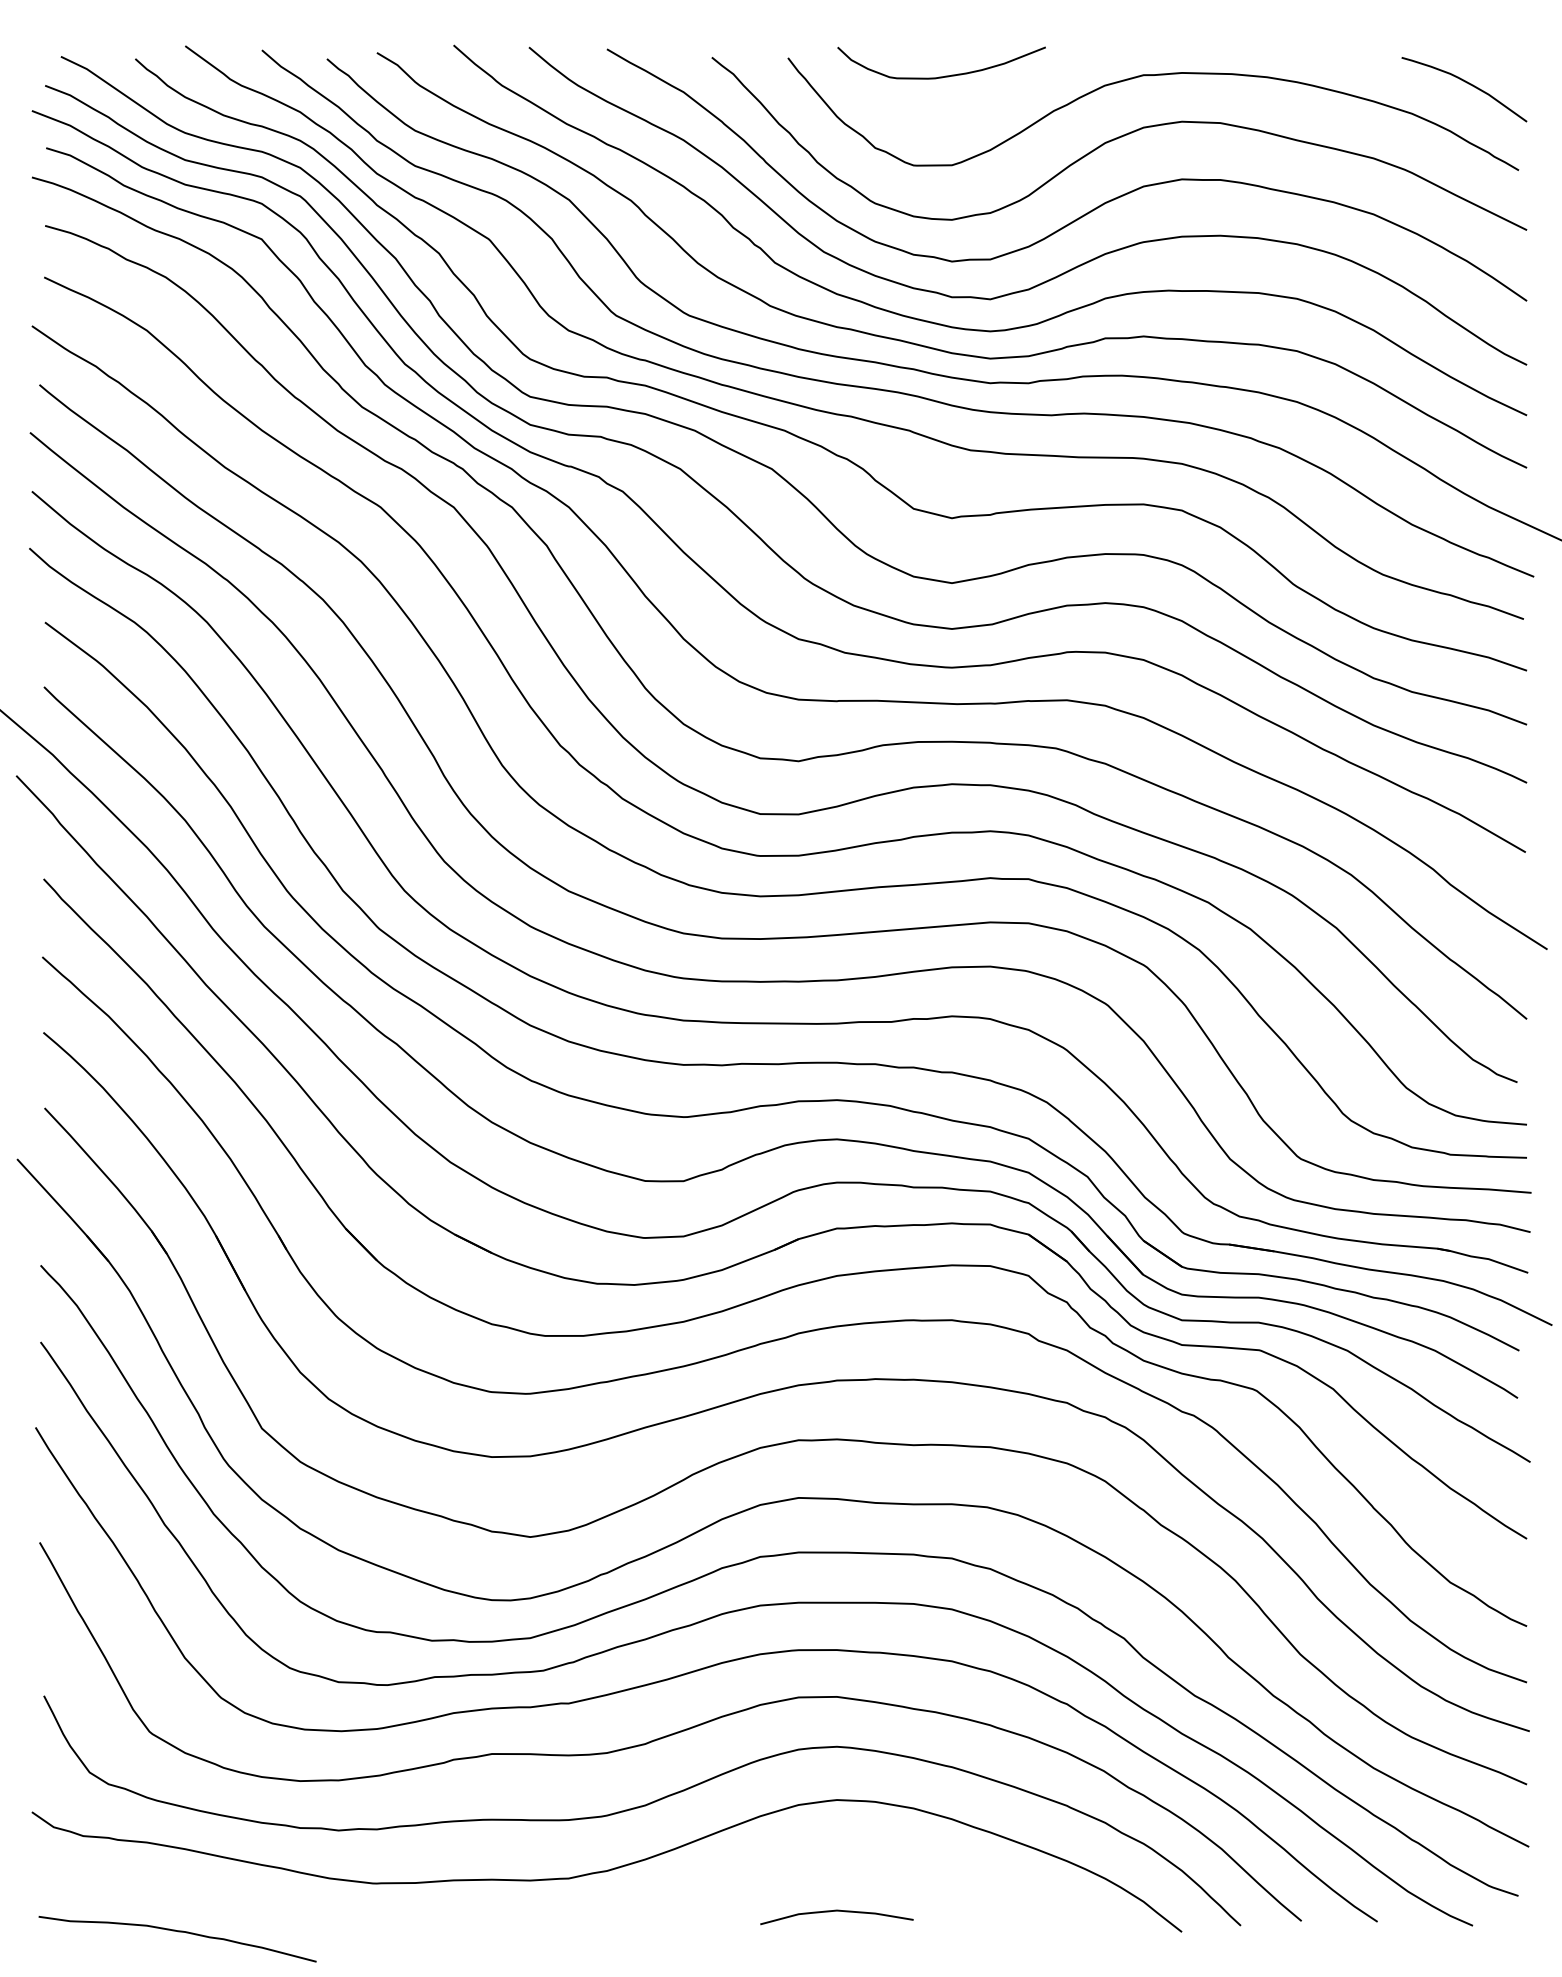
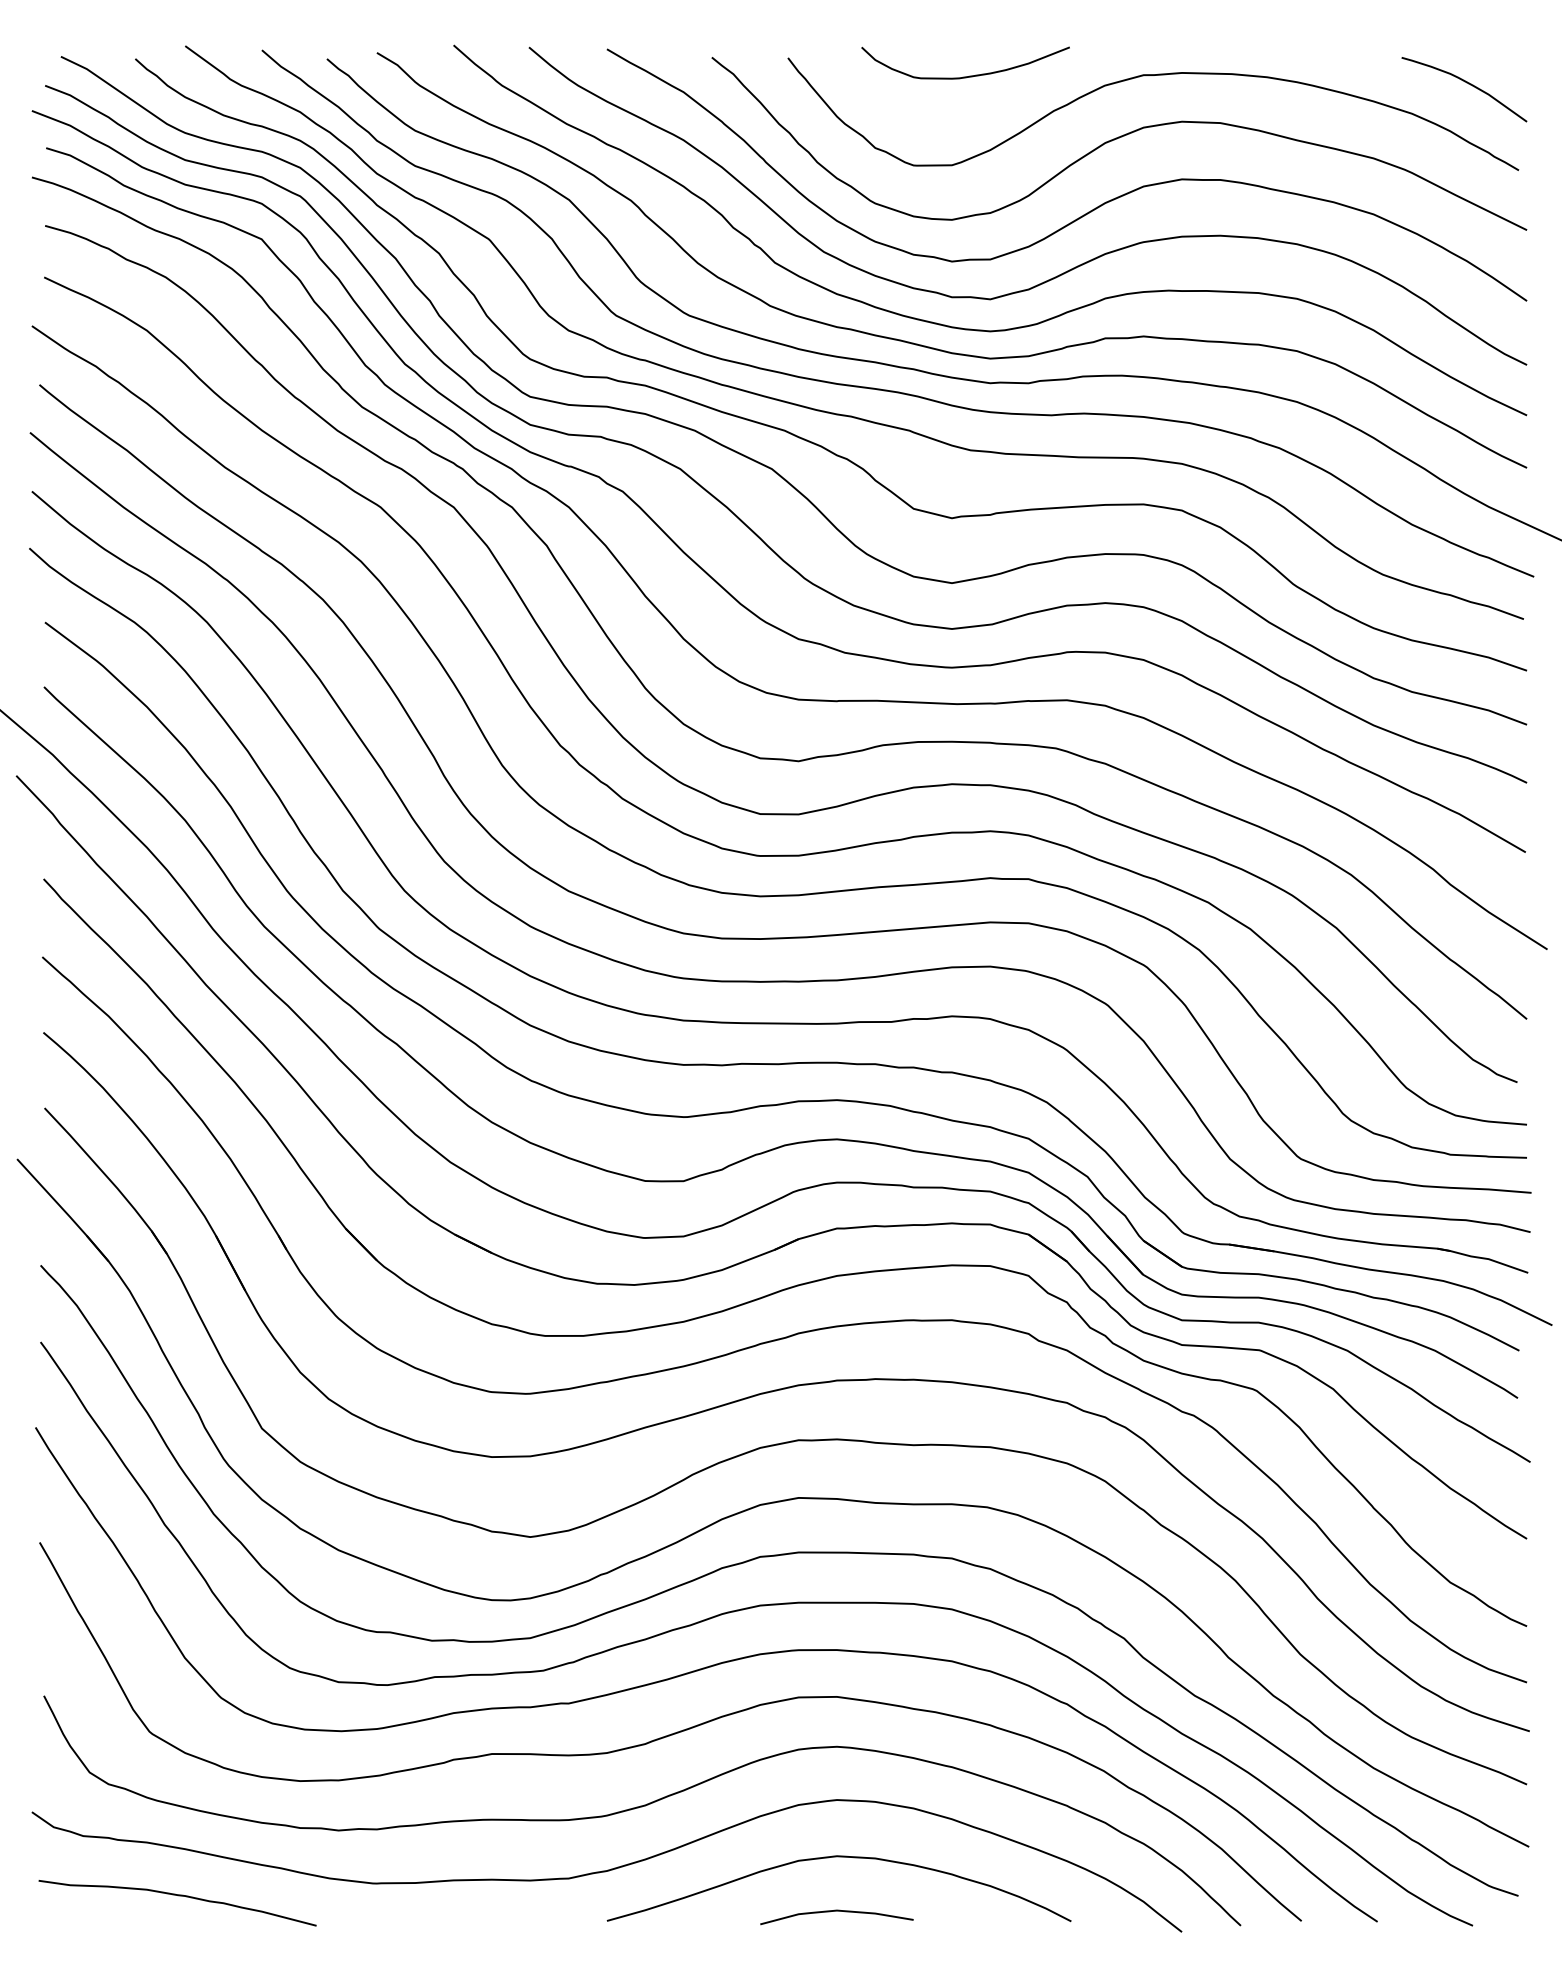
curve at (945, 75) position: (945, 75) -> (969, 75)
curve at (838, 1857): none -> present
curve at (178, 1932) position: (178, 1932) -> (178, 1896)
